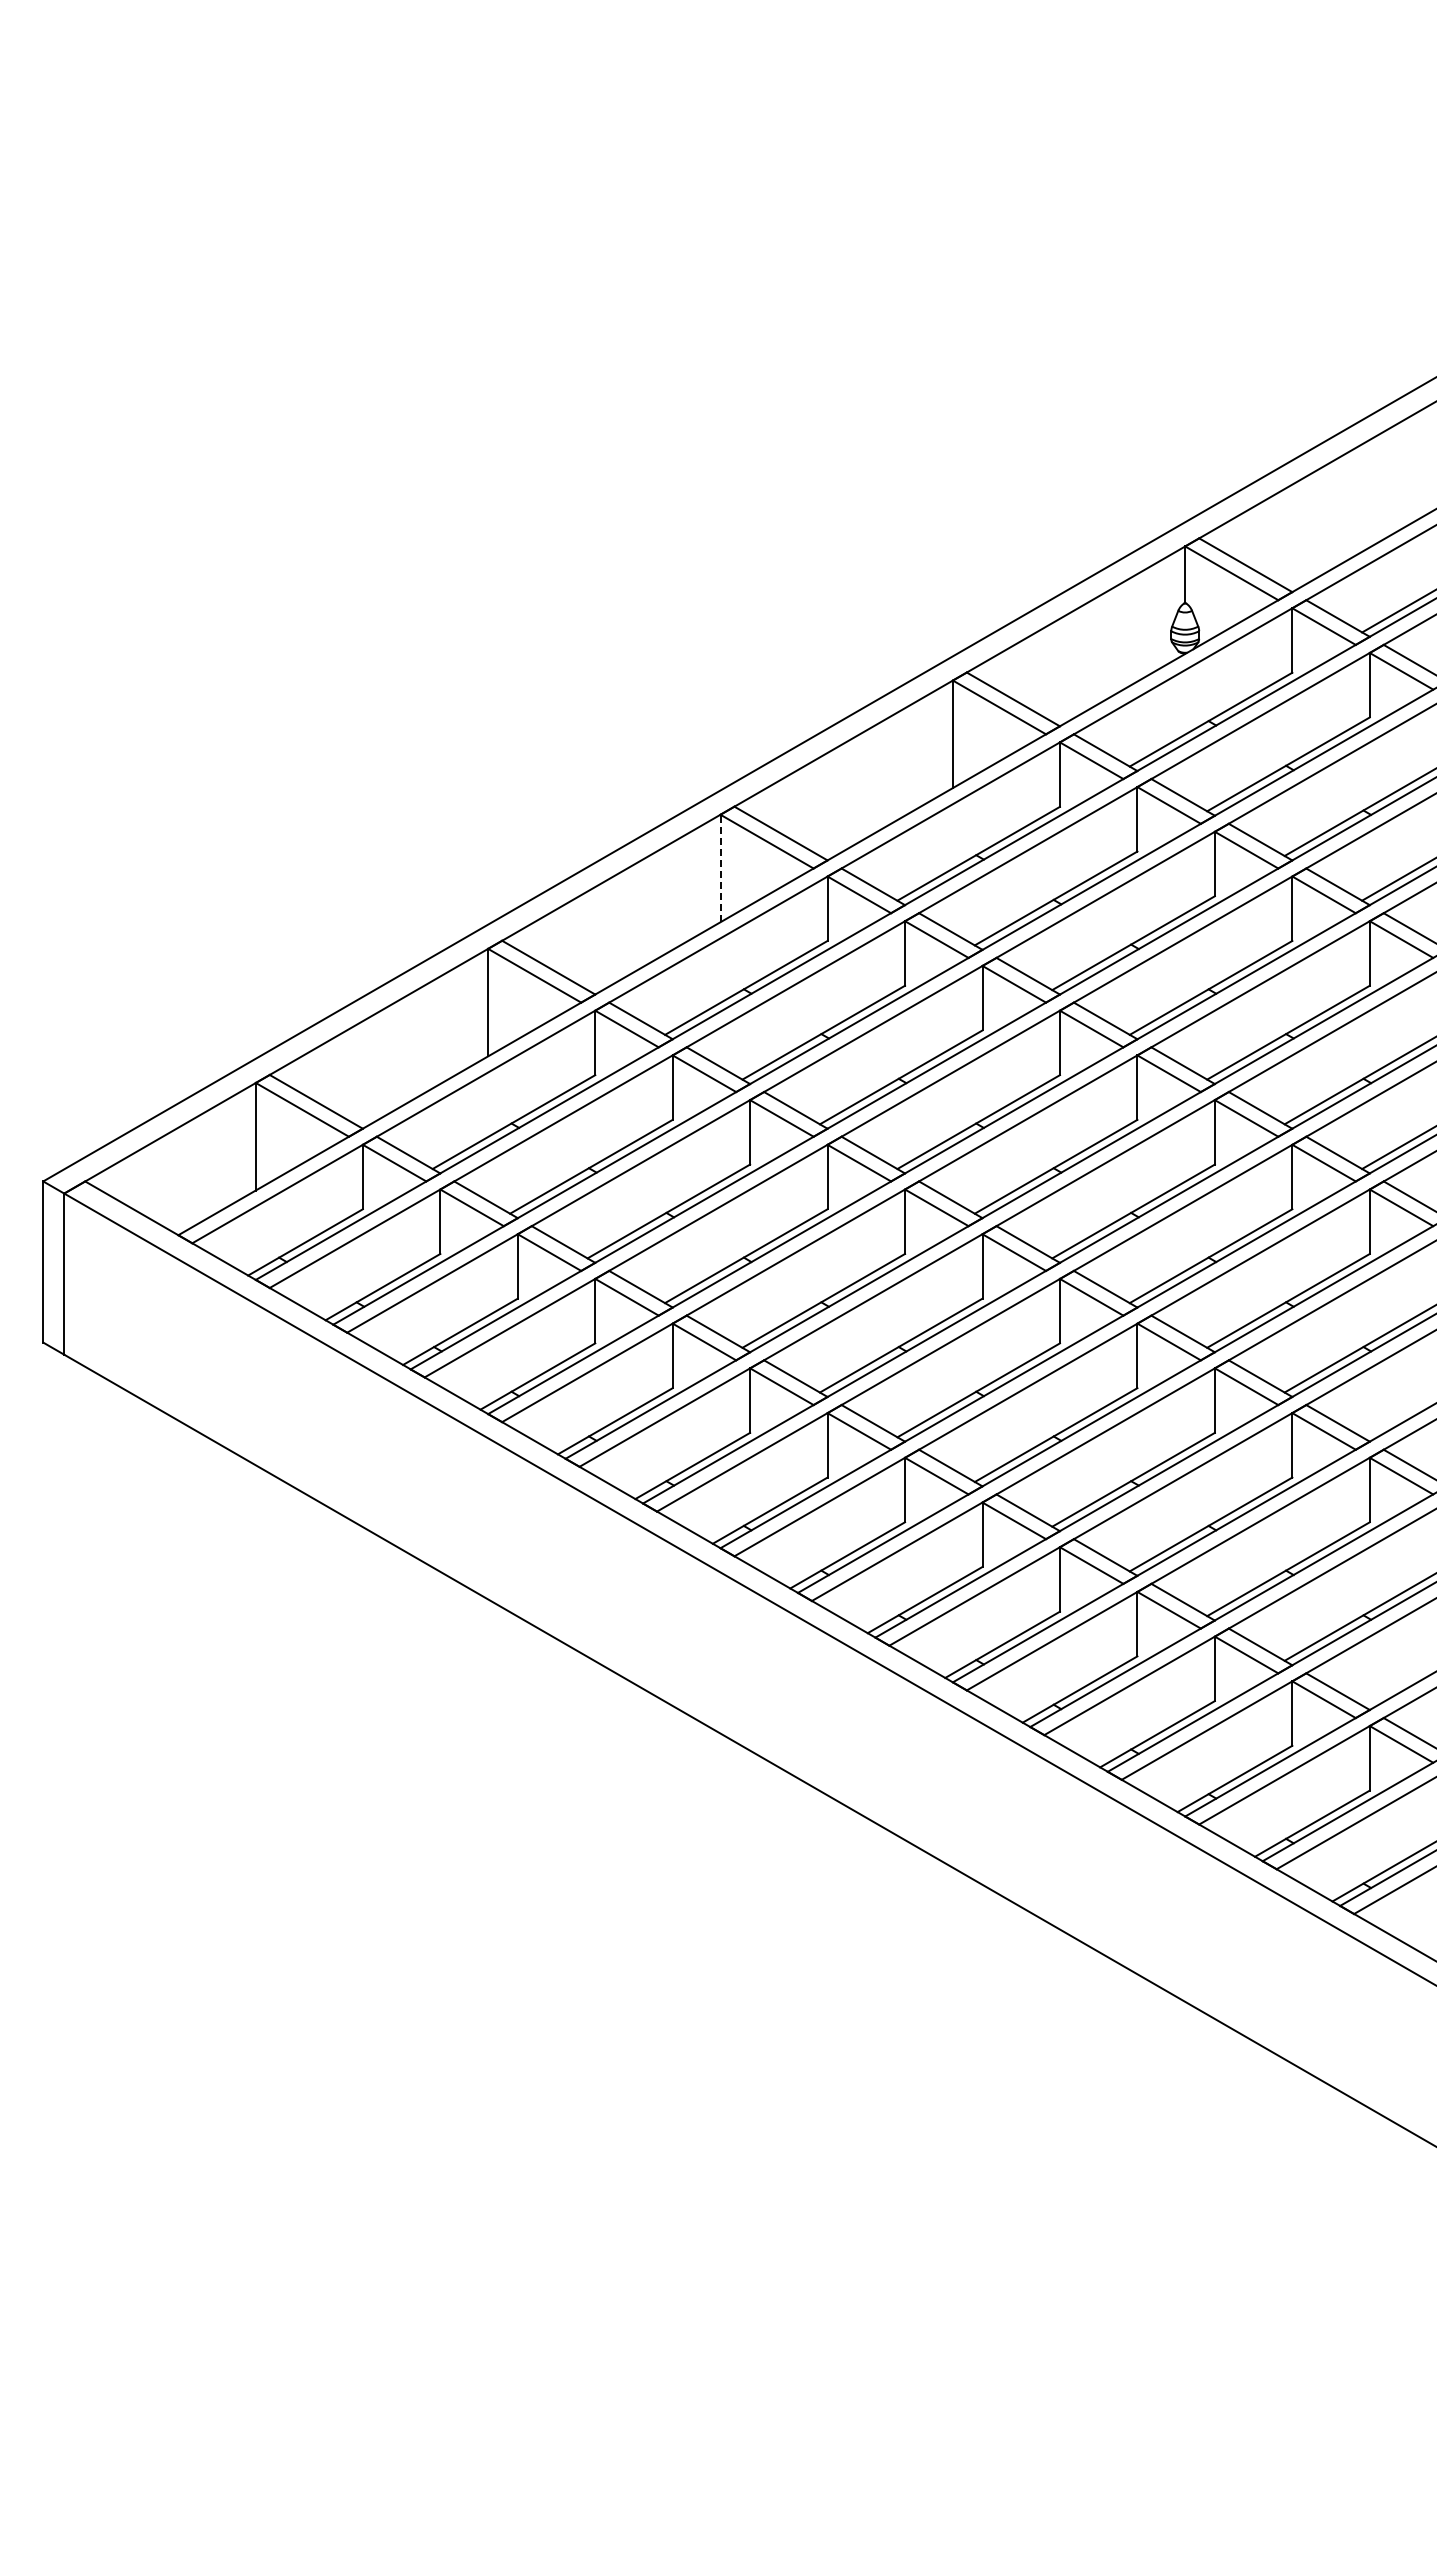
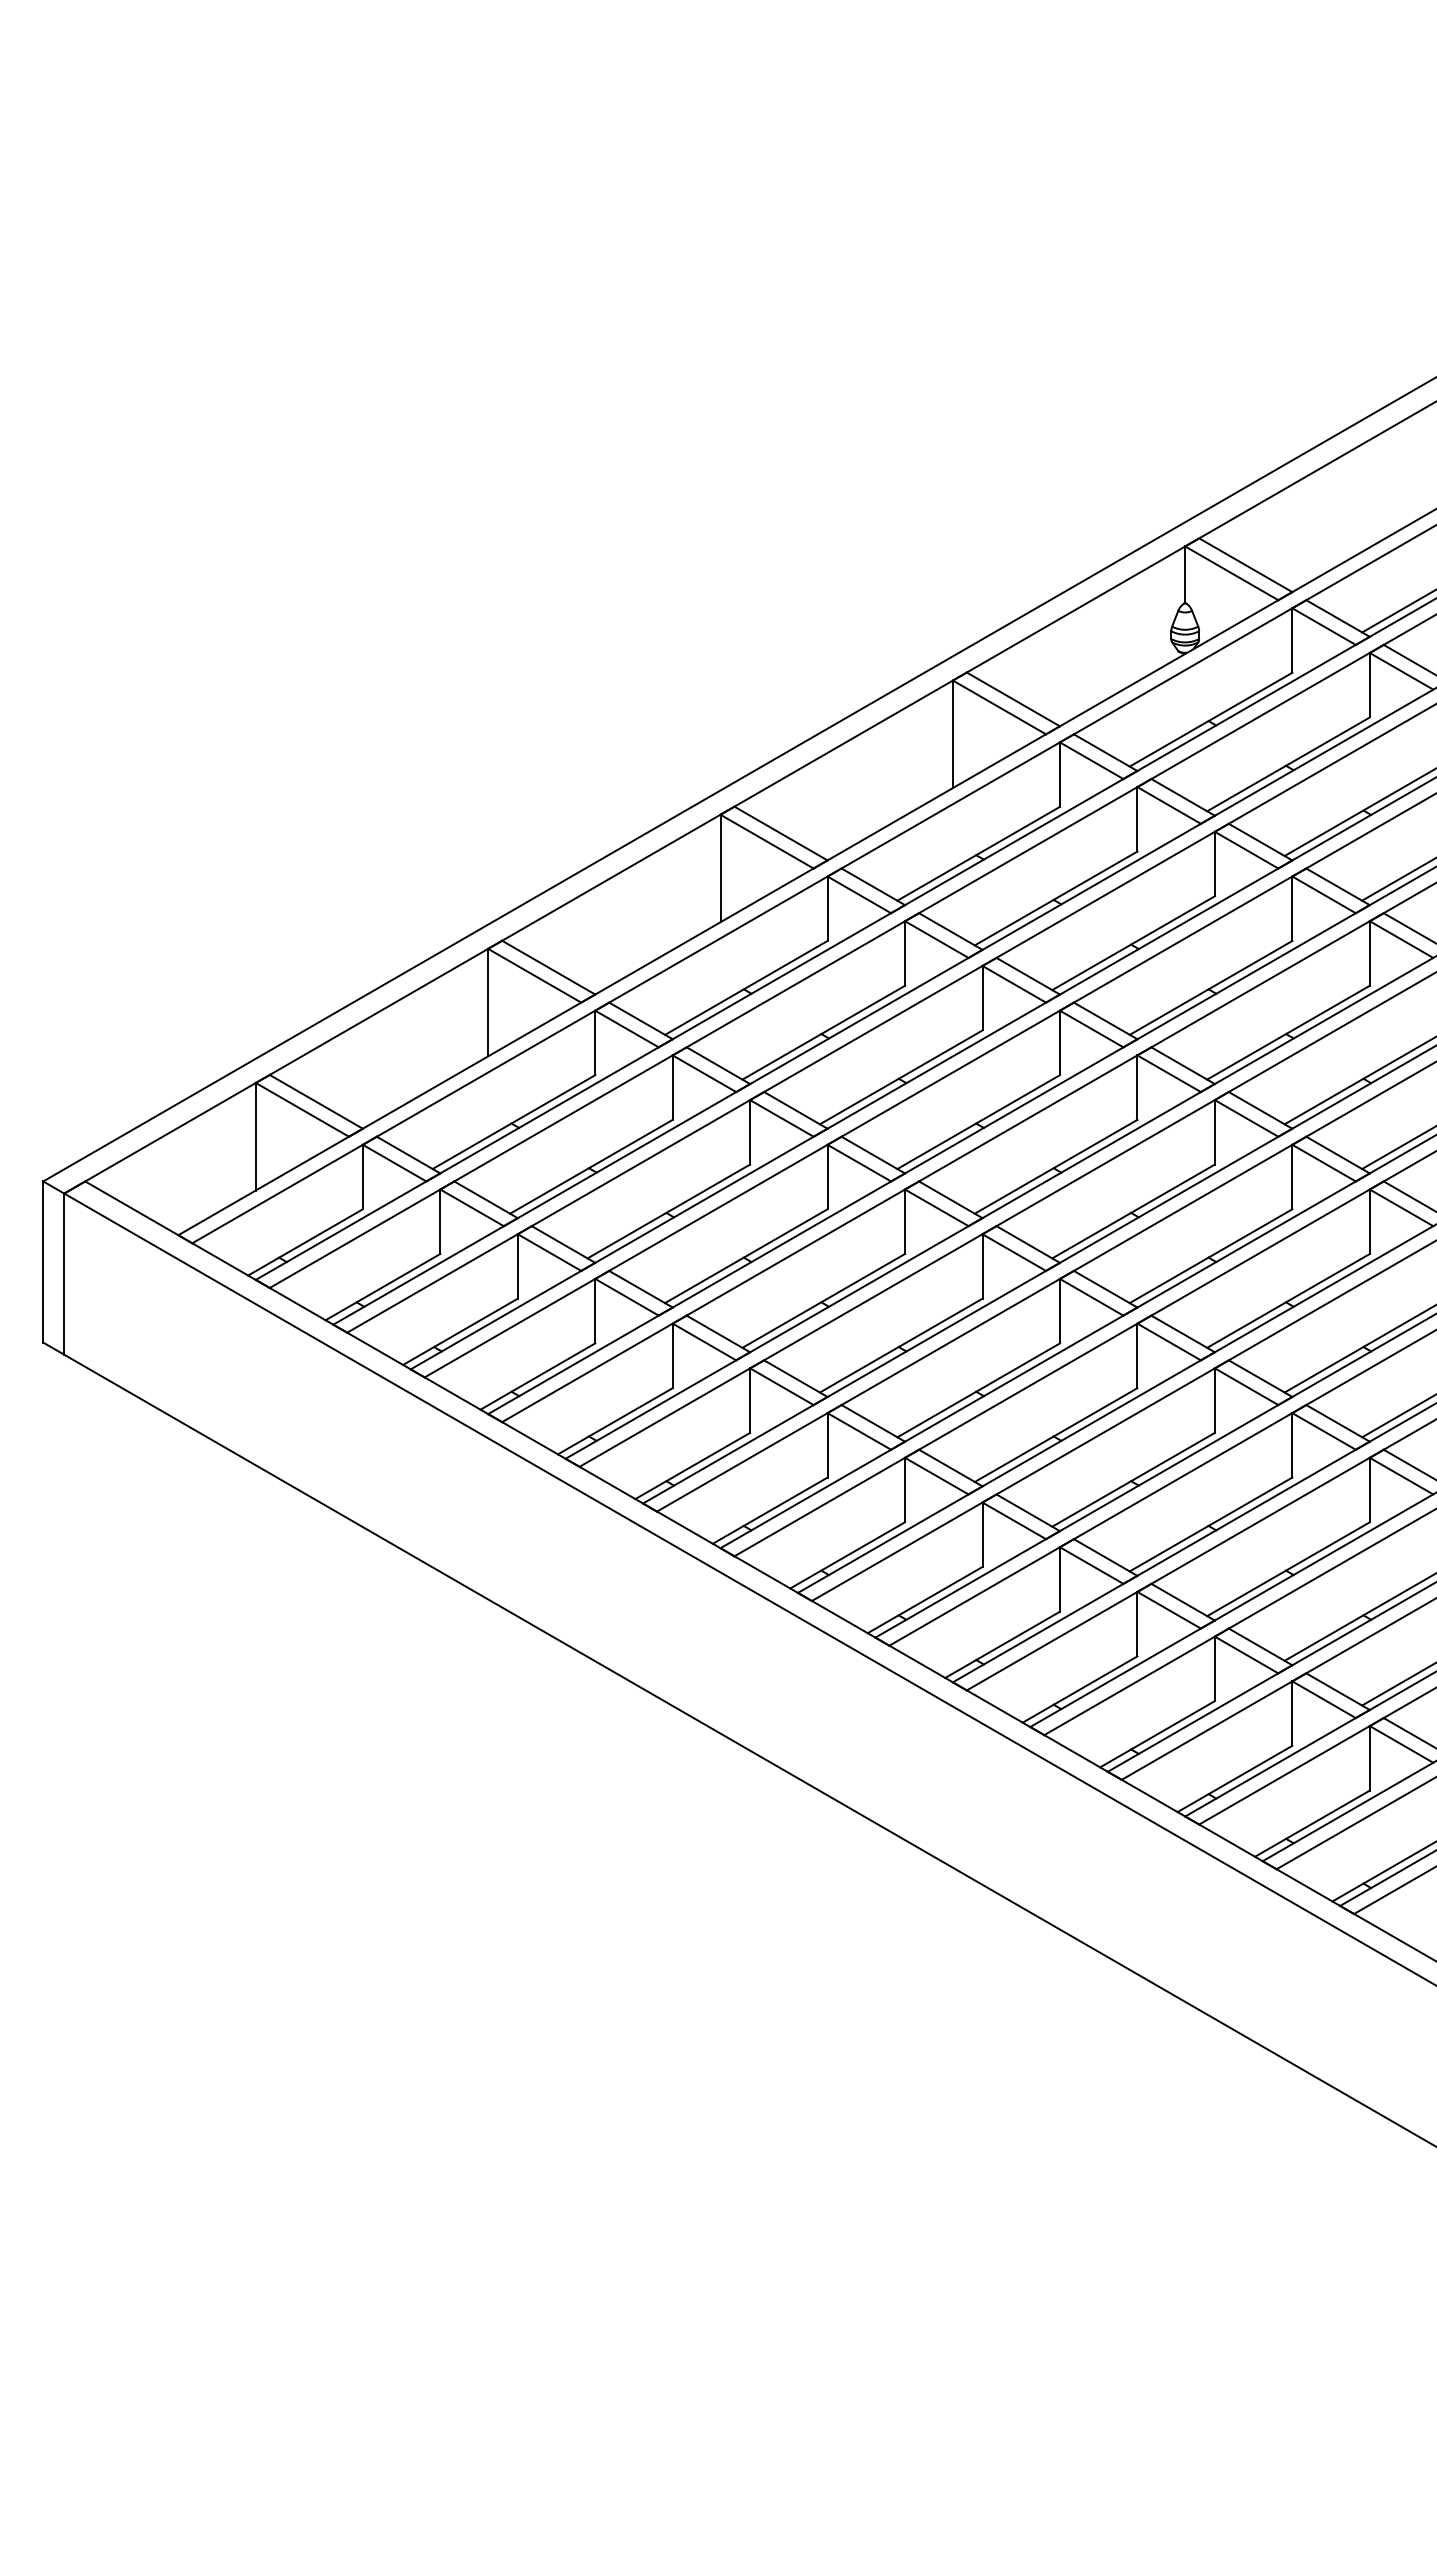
line at (720, 868): dashed -> solid
line at (1397, 1416): none -> present
line at (1397, 1684): none -> present
